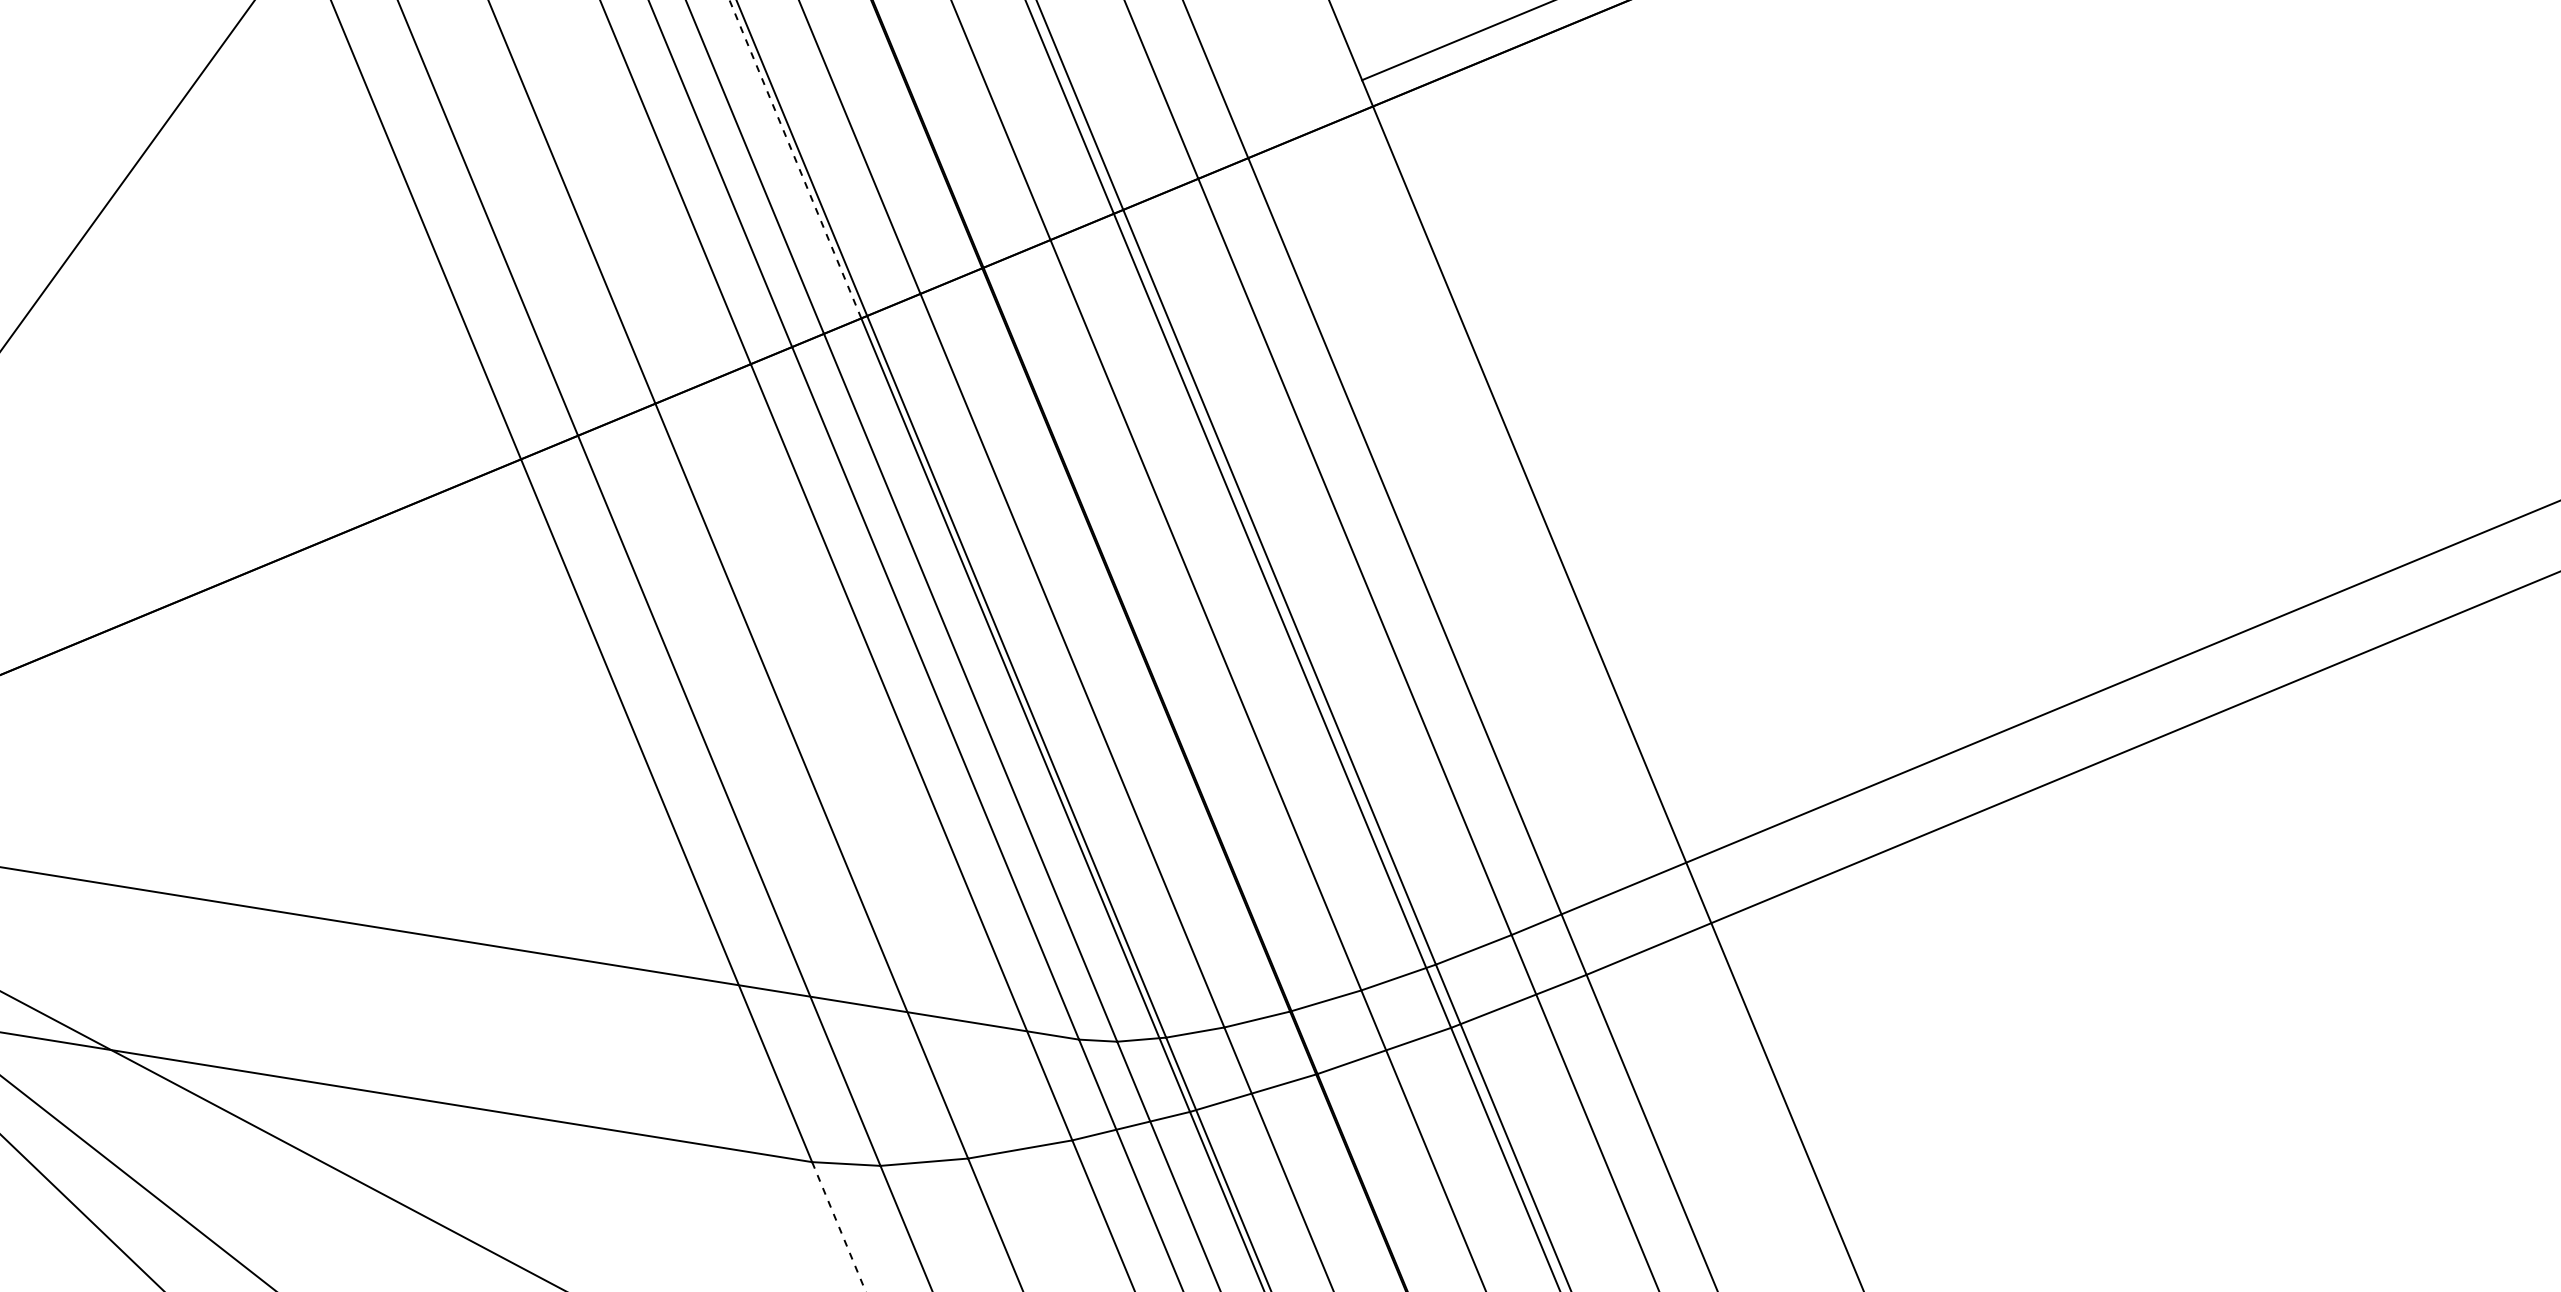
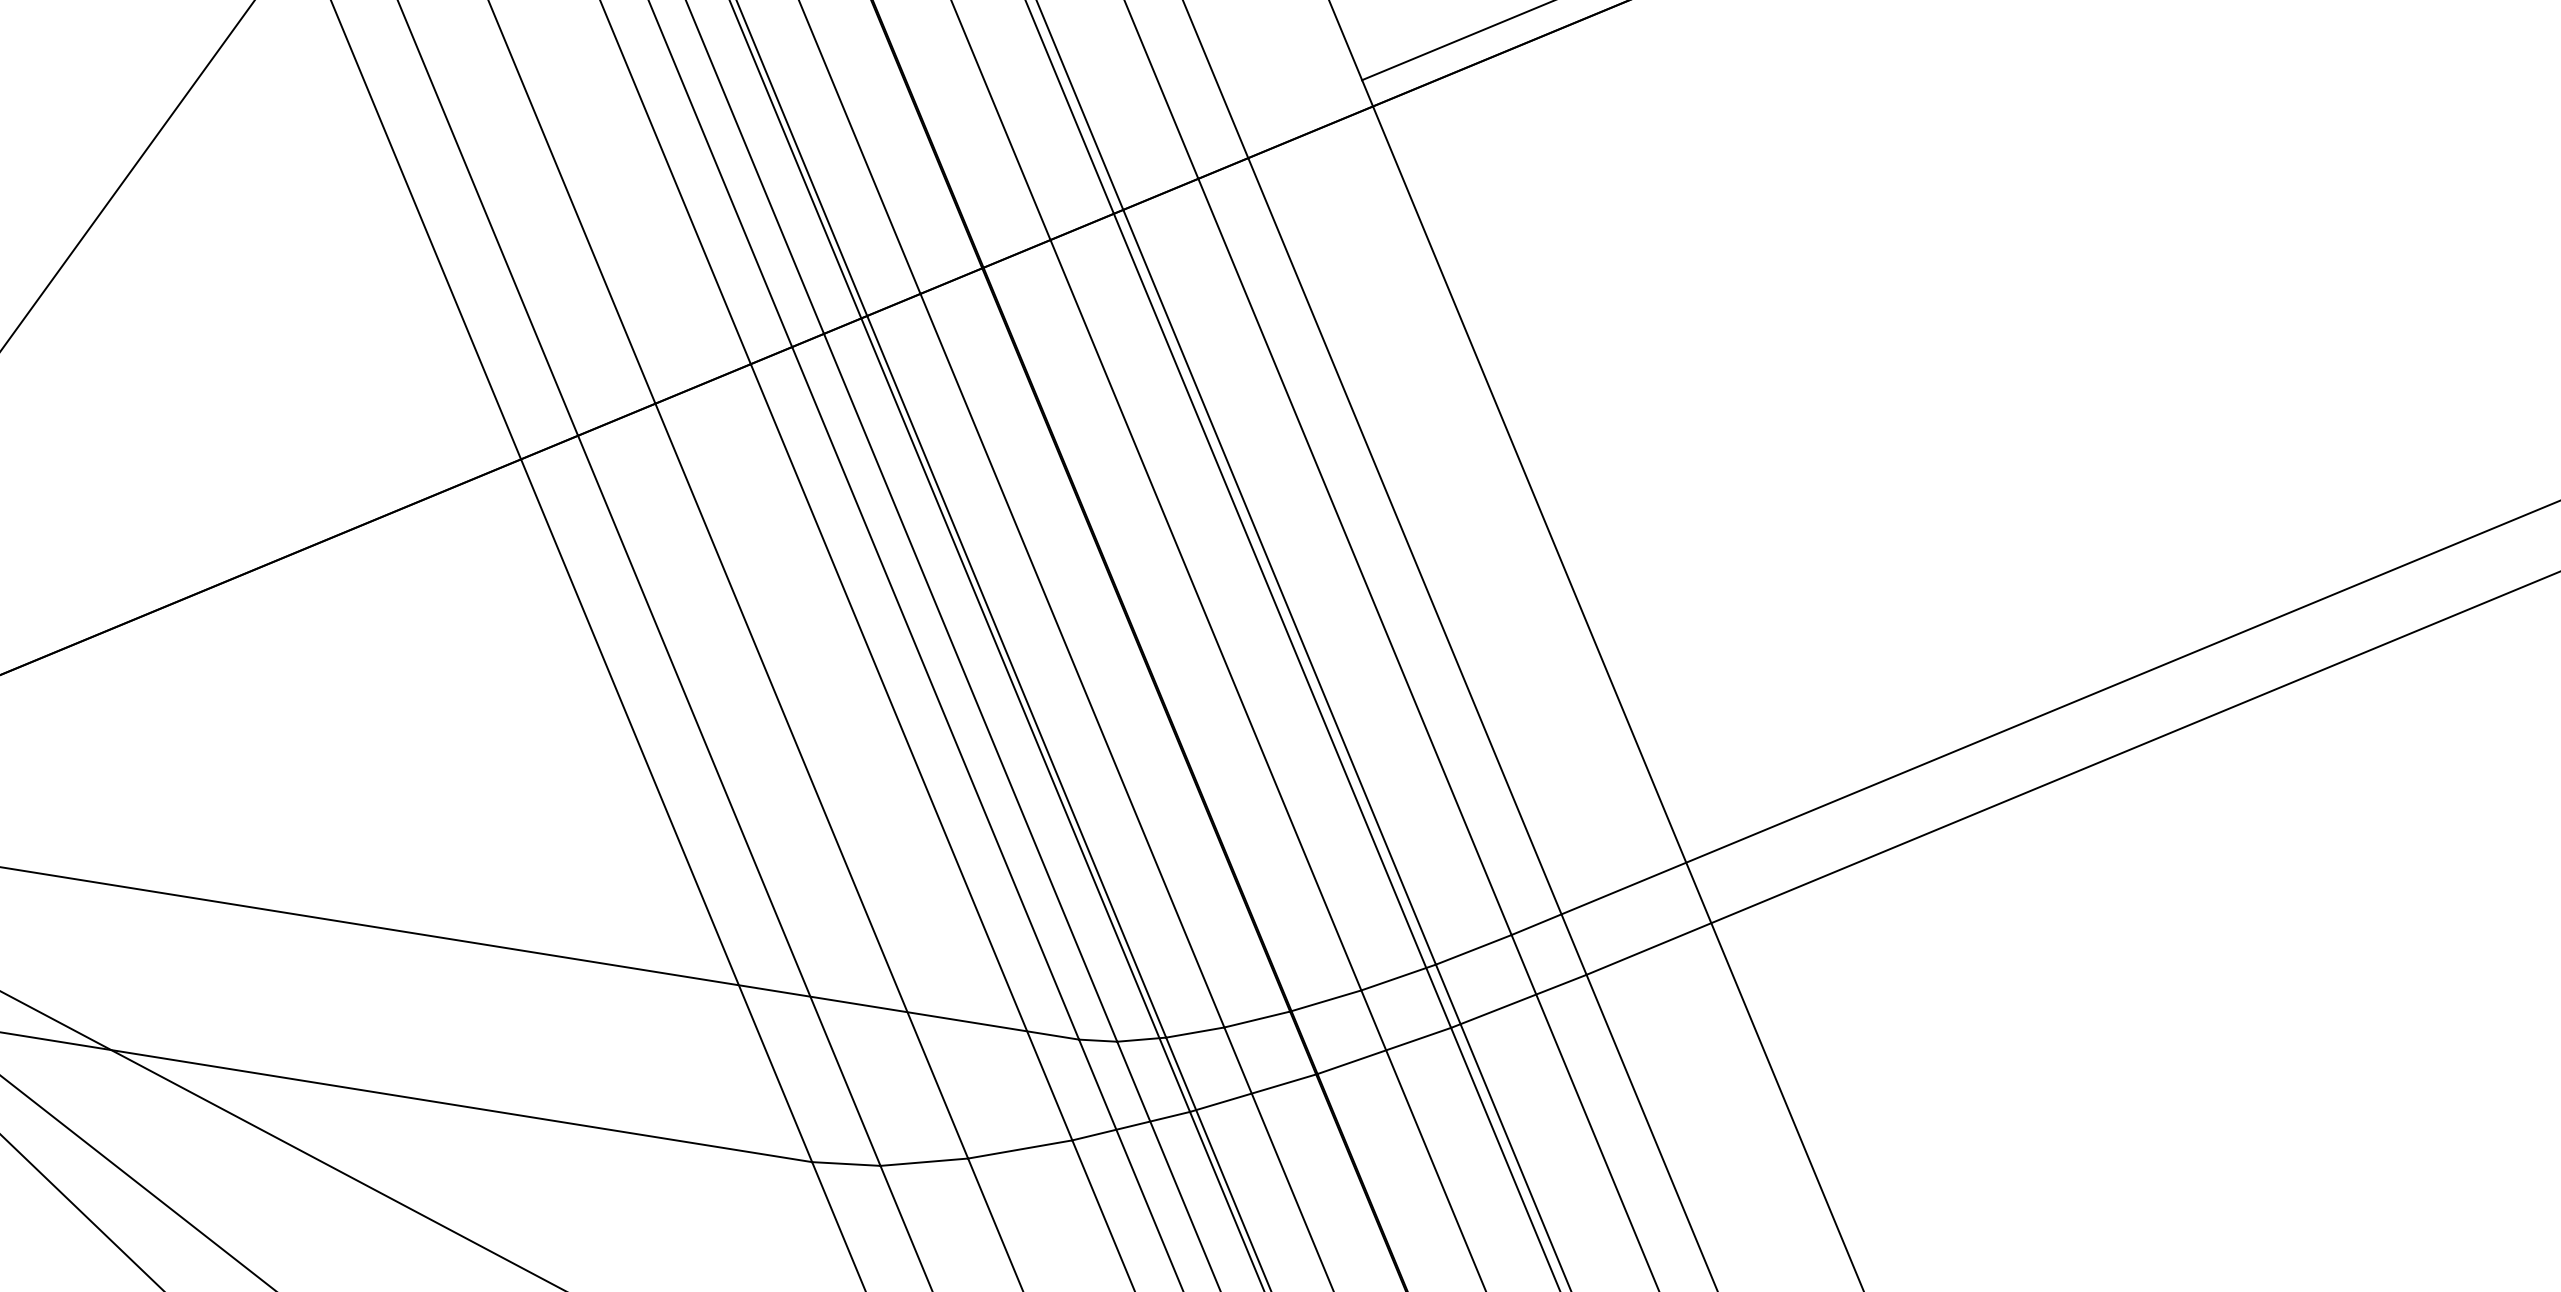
line at (795, 159): dashed -> solid
line at (838, 1226): dashed -> solid
